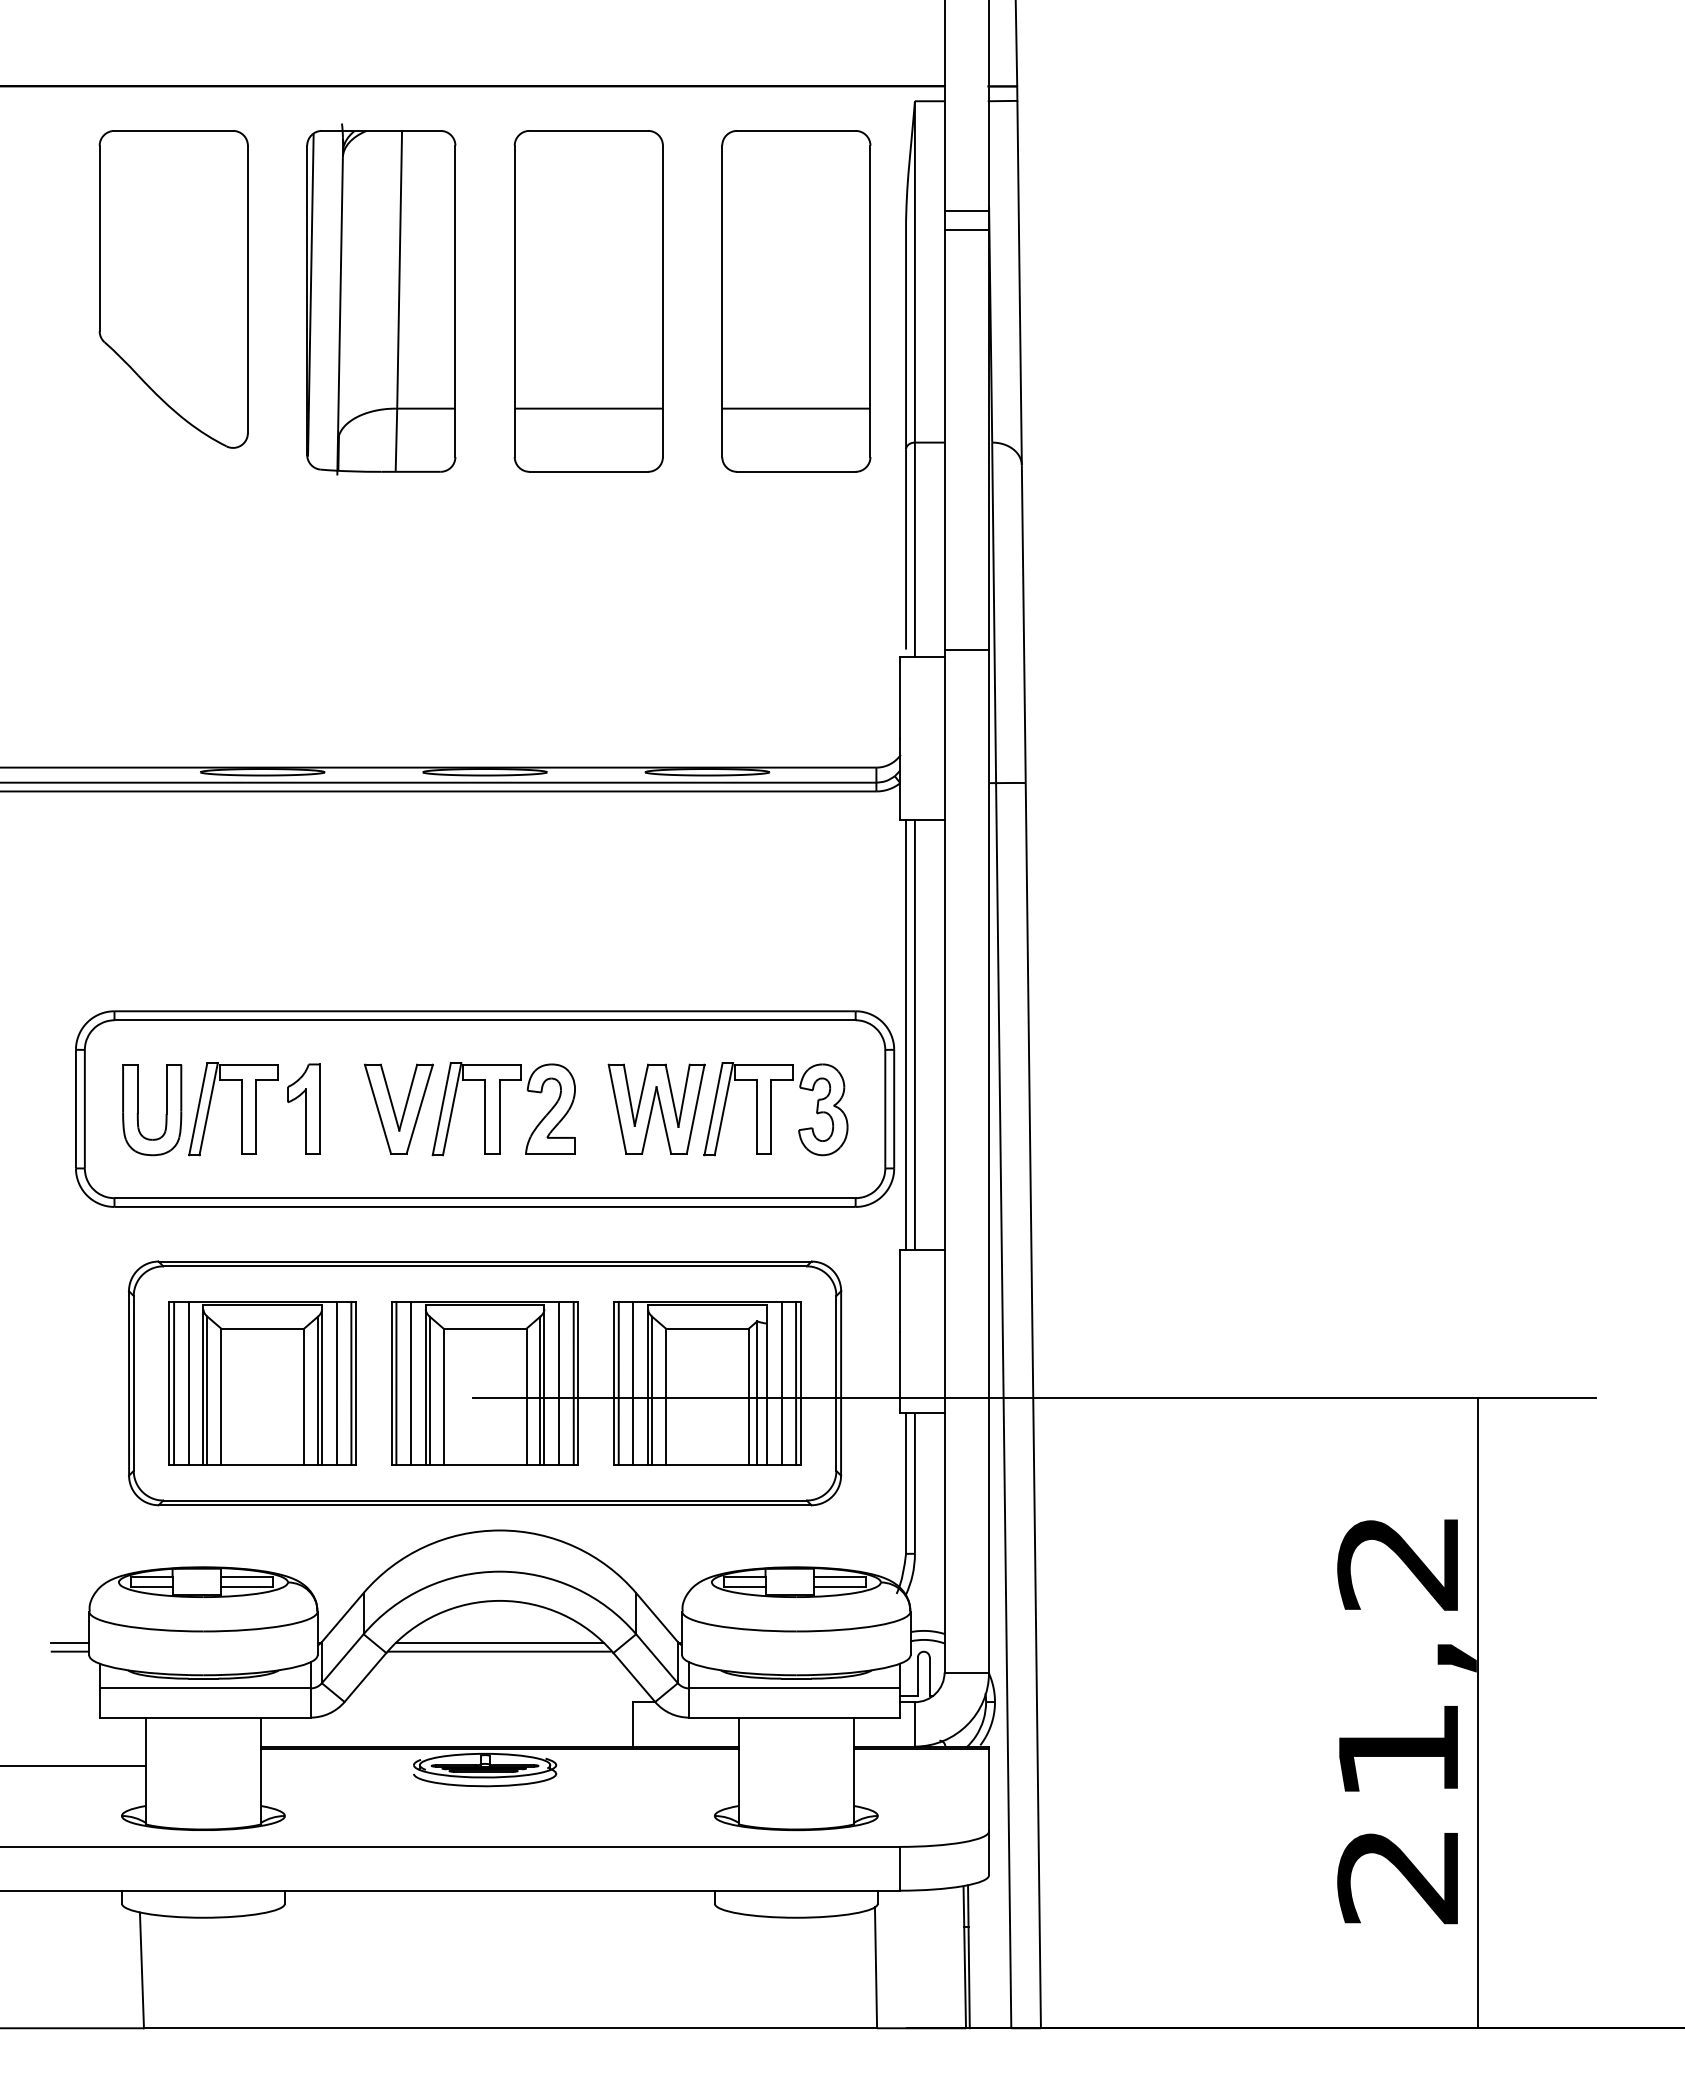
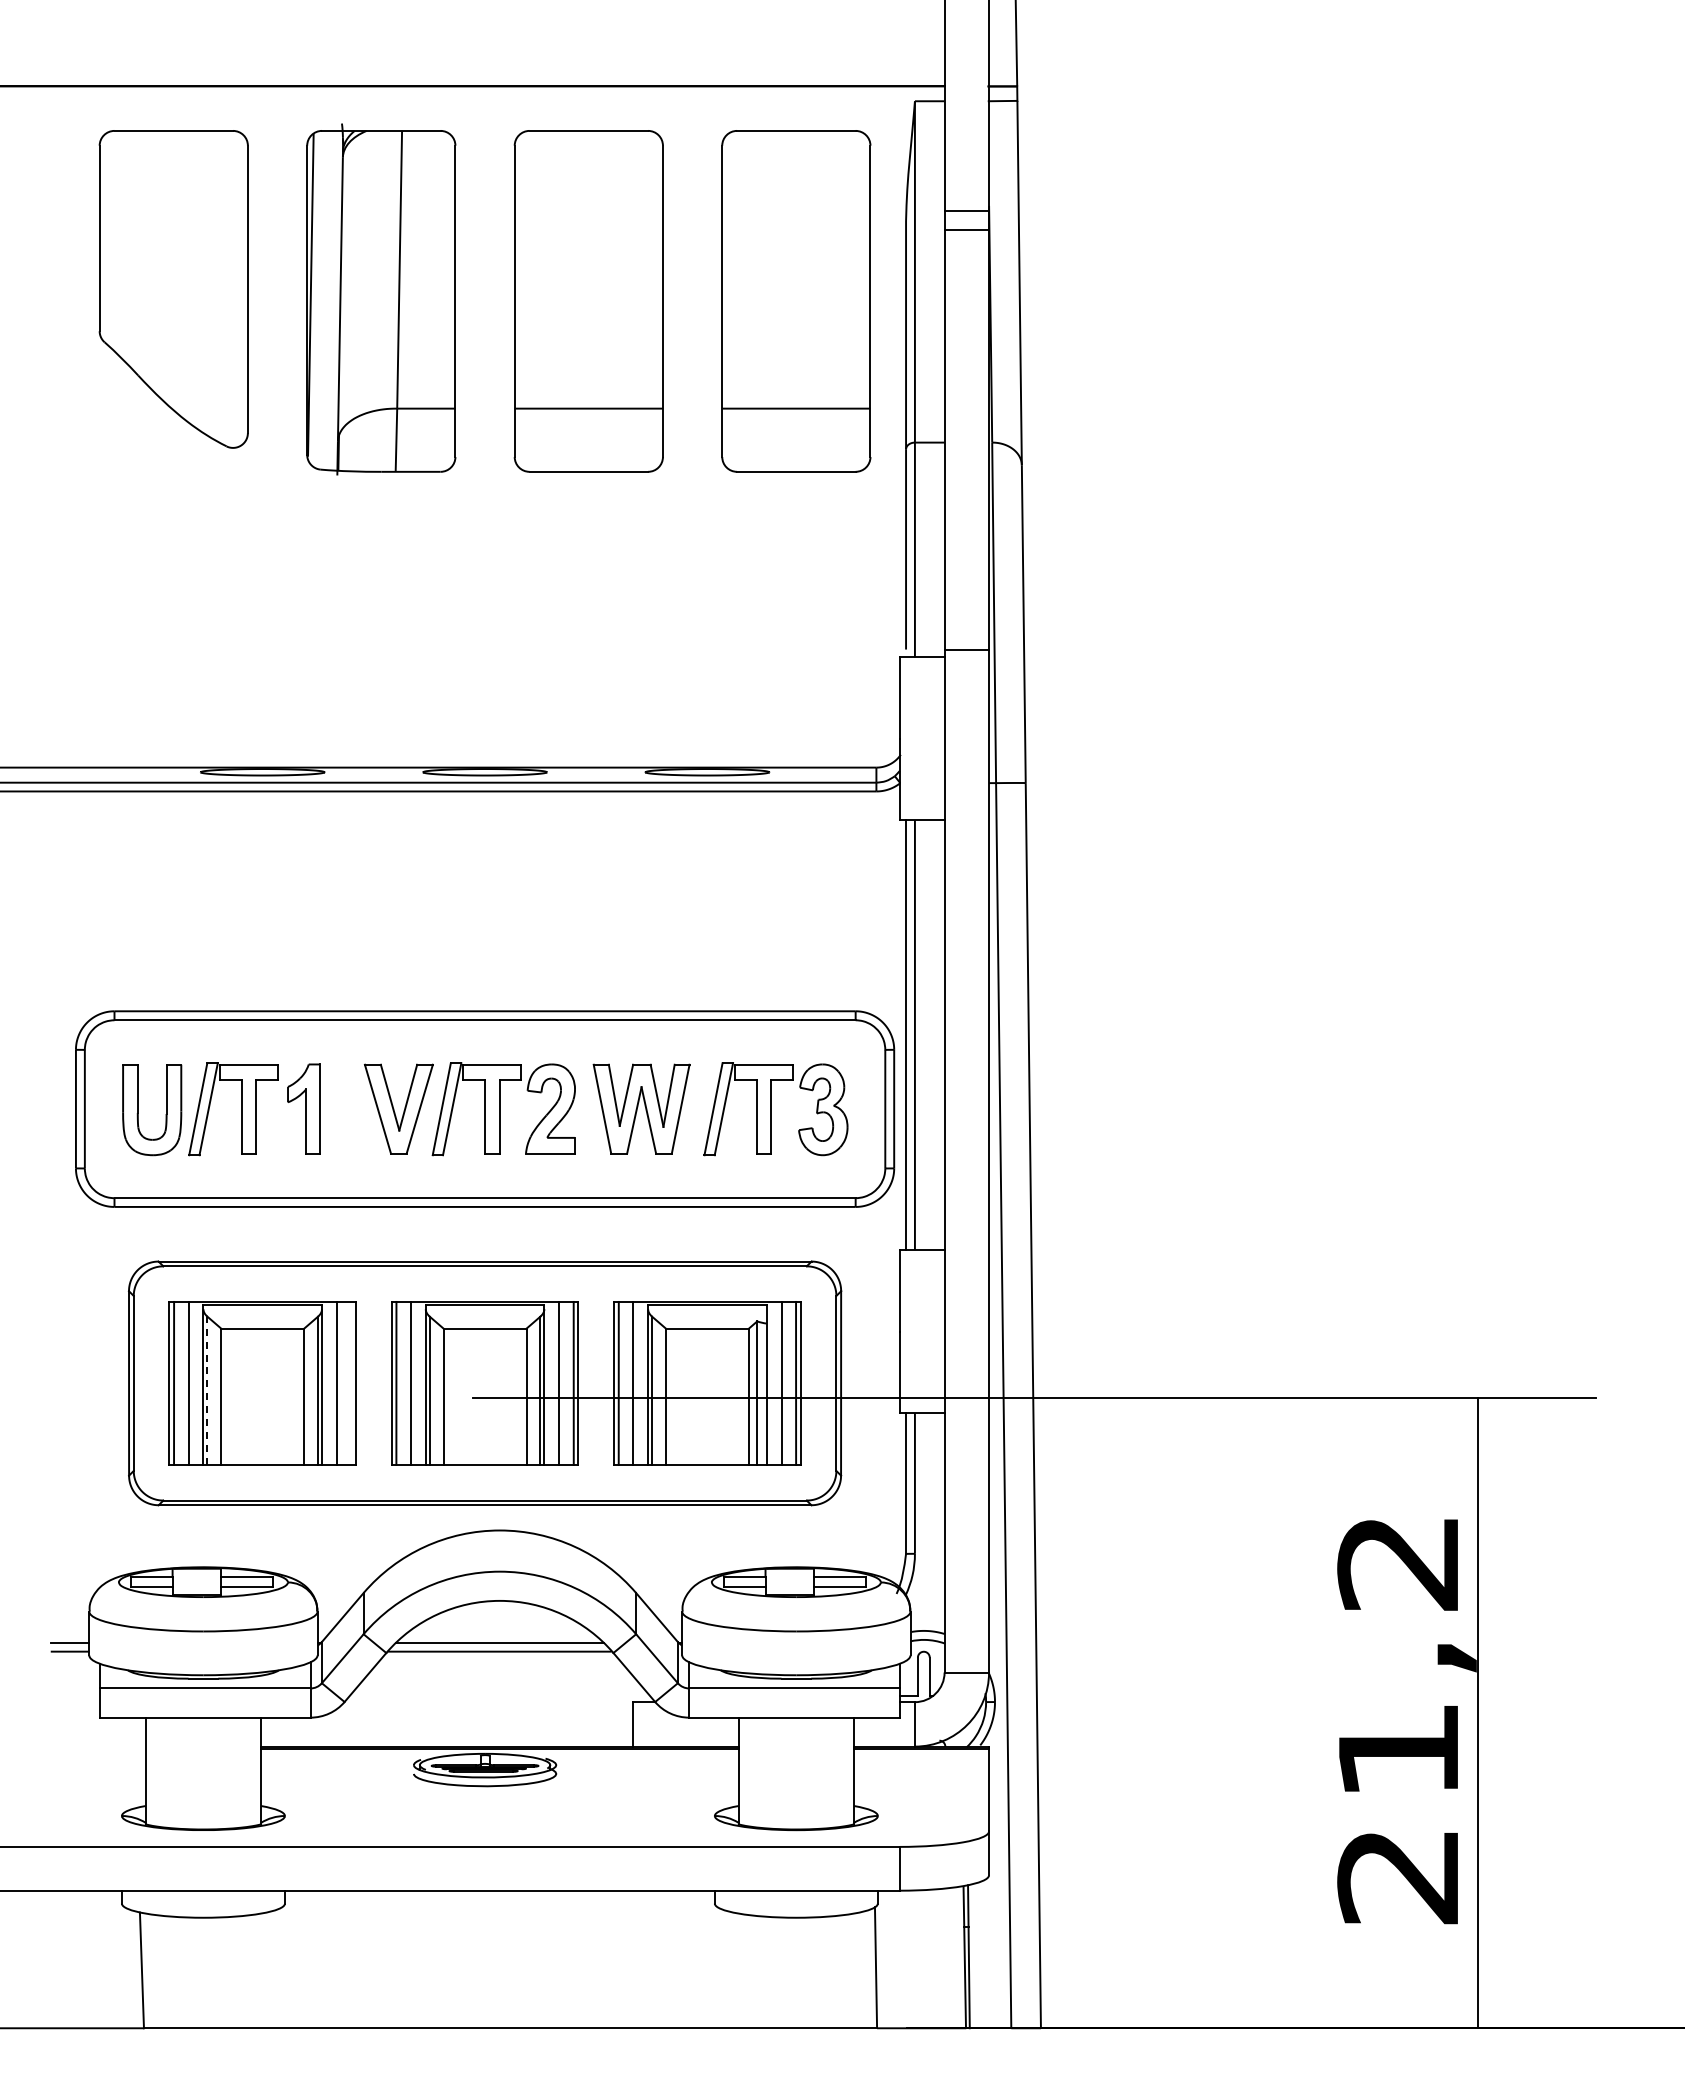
part at (656, 1108) position: (656, 1108) -> (641, 1108)
line at (351, 1382): present -> none
line at (207, 1390): solid -> dashed
line at (73, 1765): present -> none
